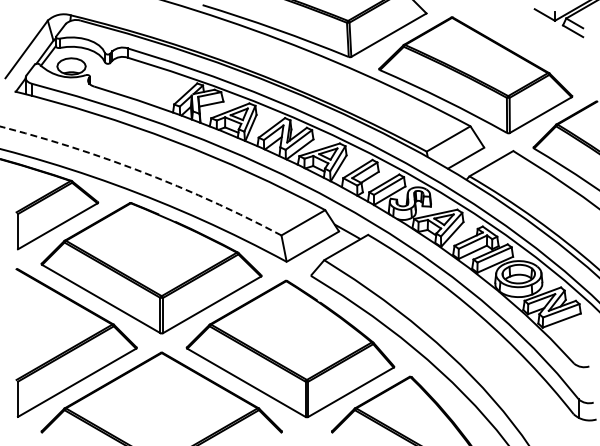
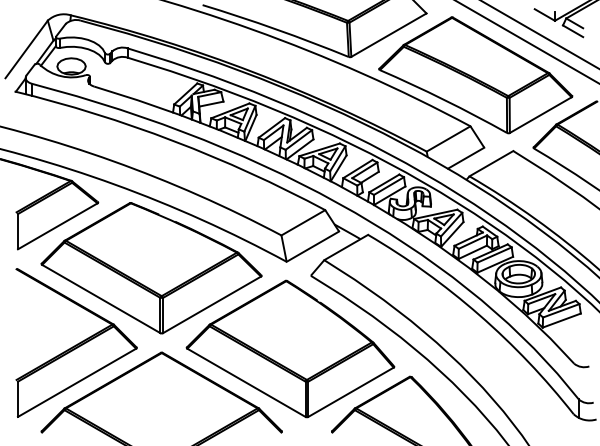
line at (539, 34): none -> present
line at (527, 42): none -> present
arc at (143, 172): dashed -> solid
